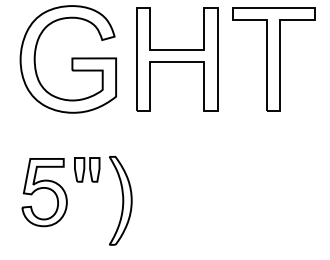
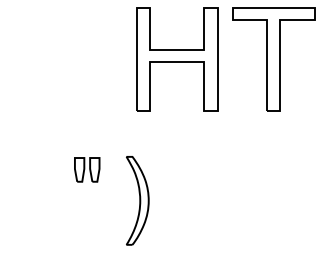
part at (67, 59): present -> none
part at (44, 192): present -> none
part at (120, 200) position: (120, 200) -> (137, 200)
